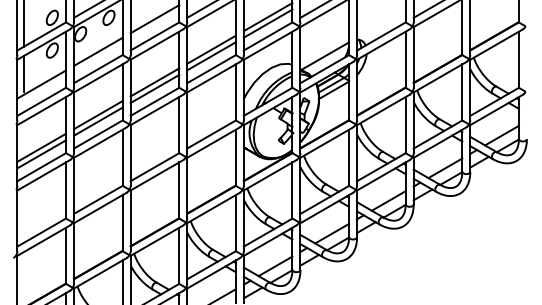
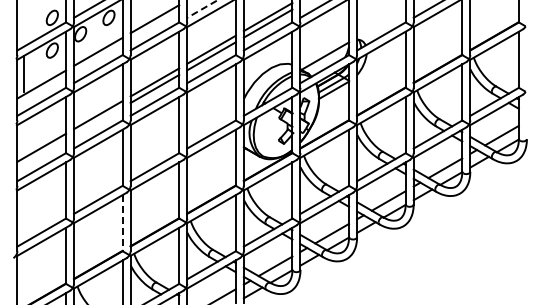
line at (202, 8): solid -> dashed
line at (24, 24): present -> none
line at (98, 121): present -> none
line at (41, 154): present -> none
line at (122, 223): solid -> dashed
